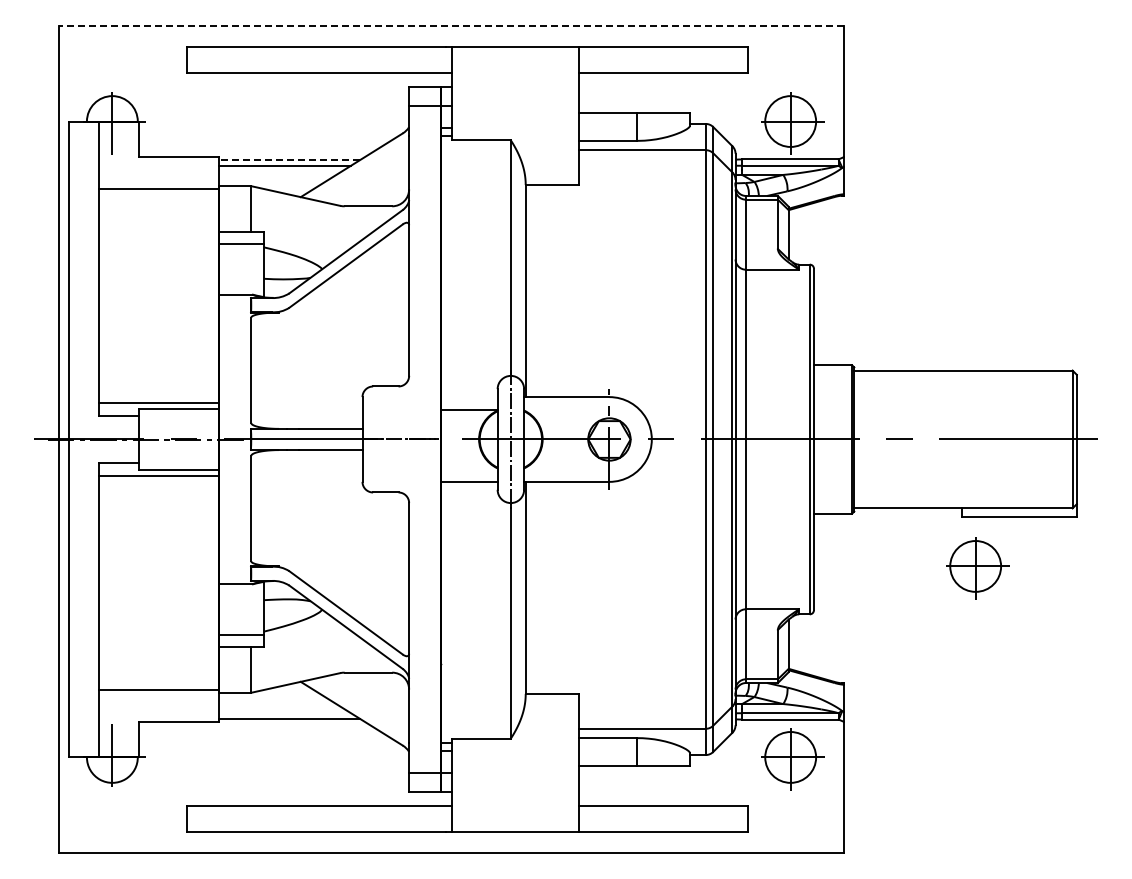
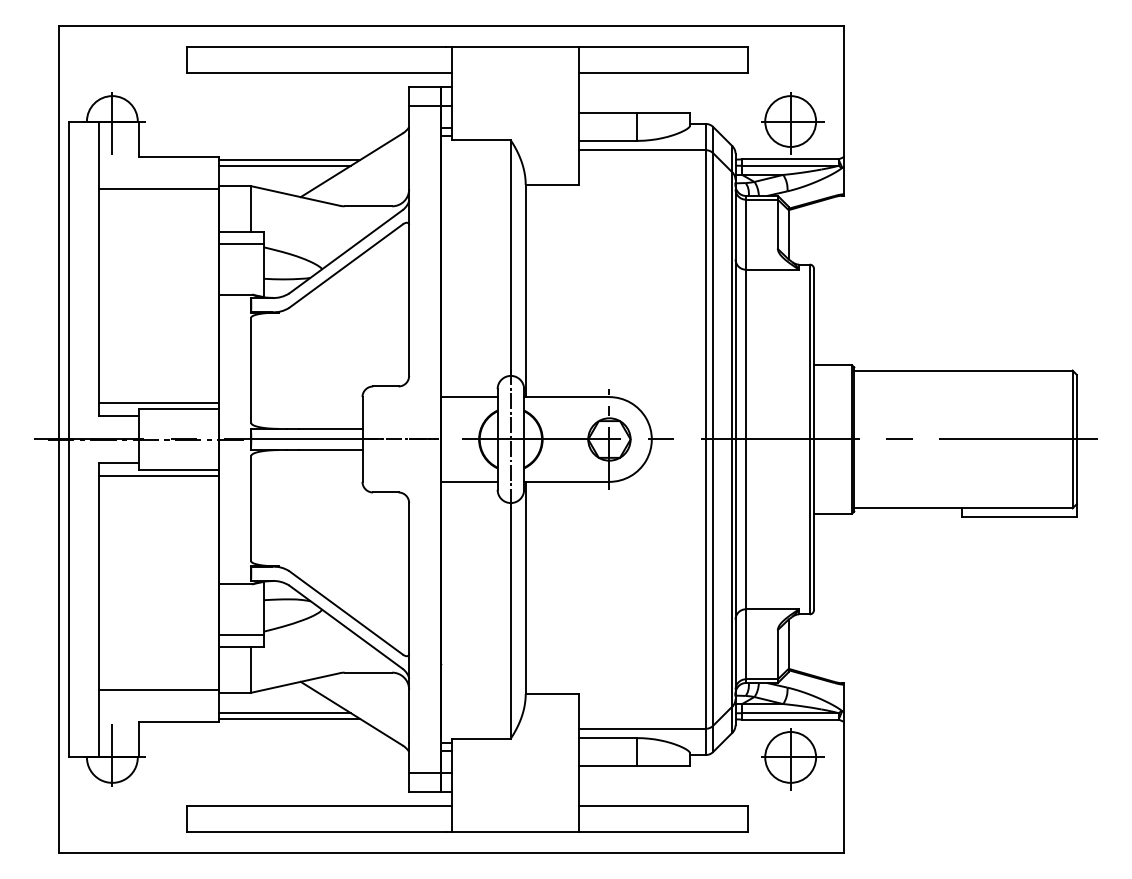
line at (451, 26): dashed -> solid
line at (289, 160): dashed -> solid
line at (468, 410) position: (468, 410) -> (468, 397)
part at (977, 568): present -> none
line at (284, 713): none -> present
